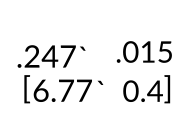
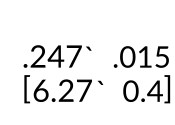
text at (144, 51) position: (144, 51) -> (141, 56)
text at (51, 56) position: (51, 56) -> (57, 56)
text at (65, 90): 6.77 -> 6.27
